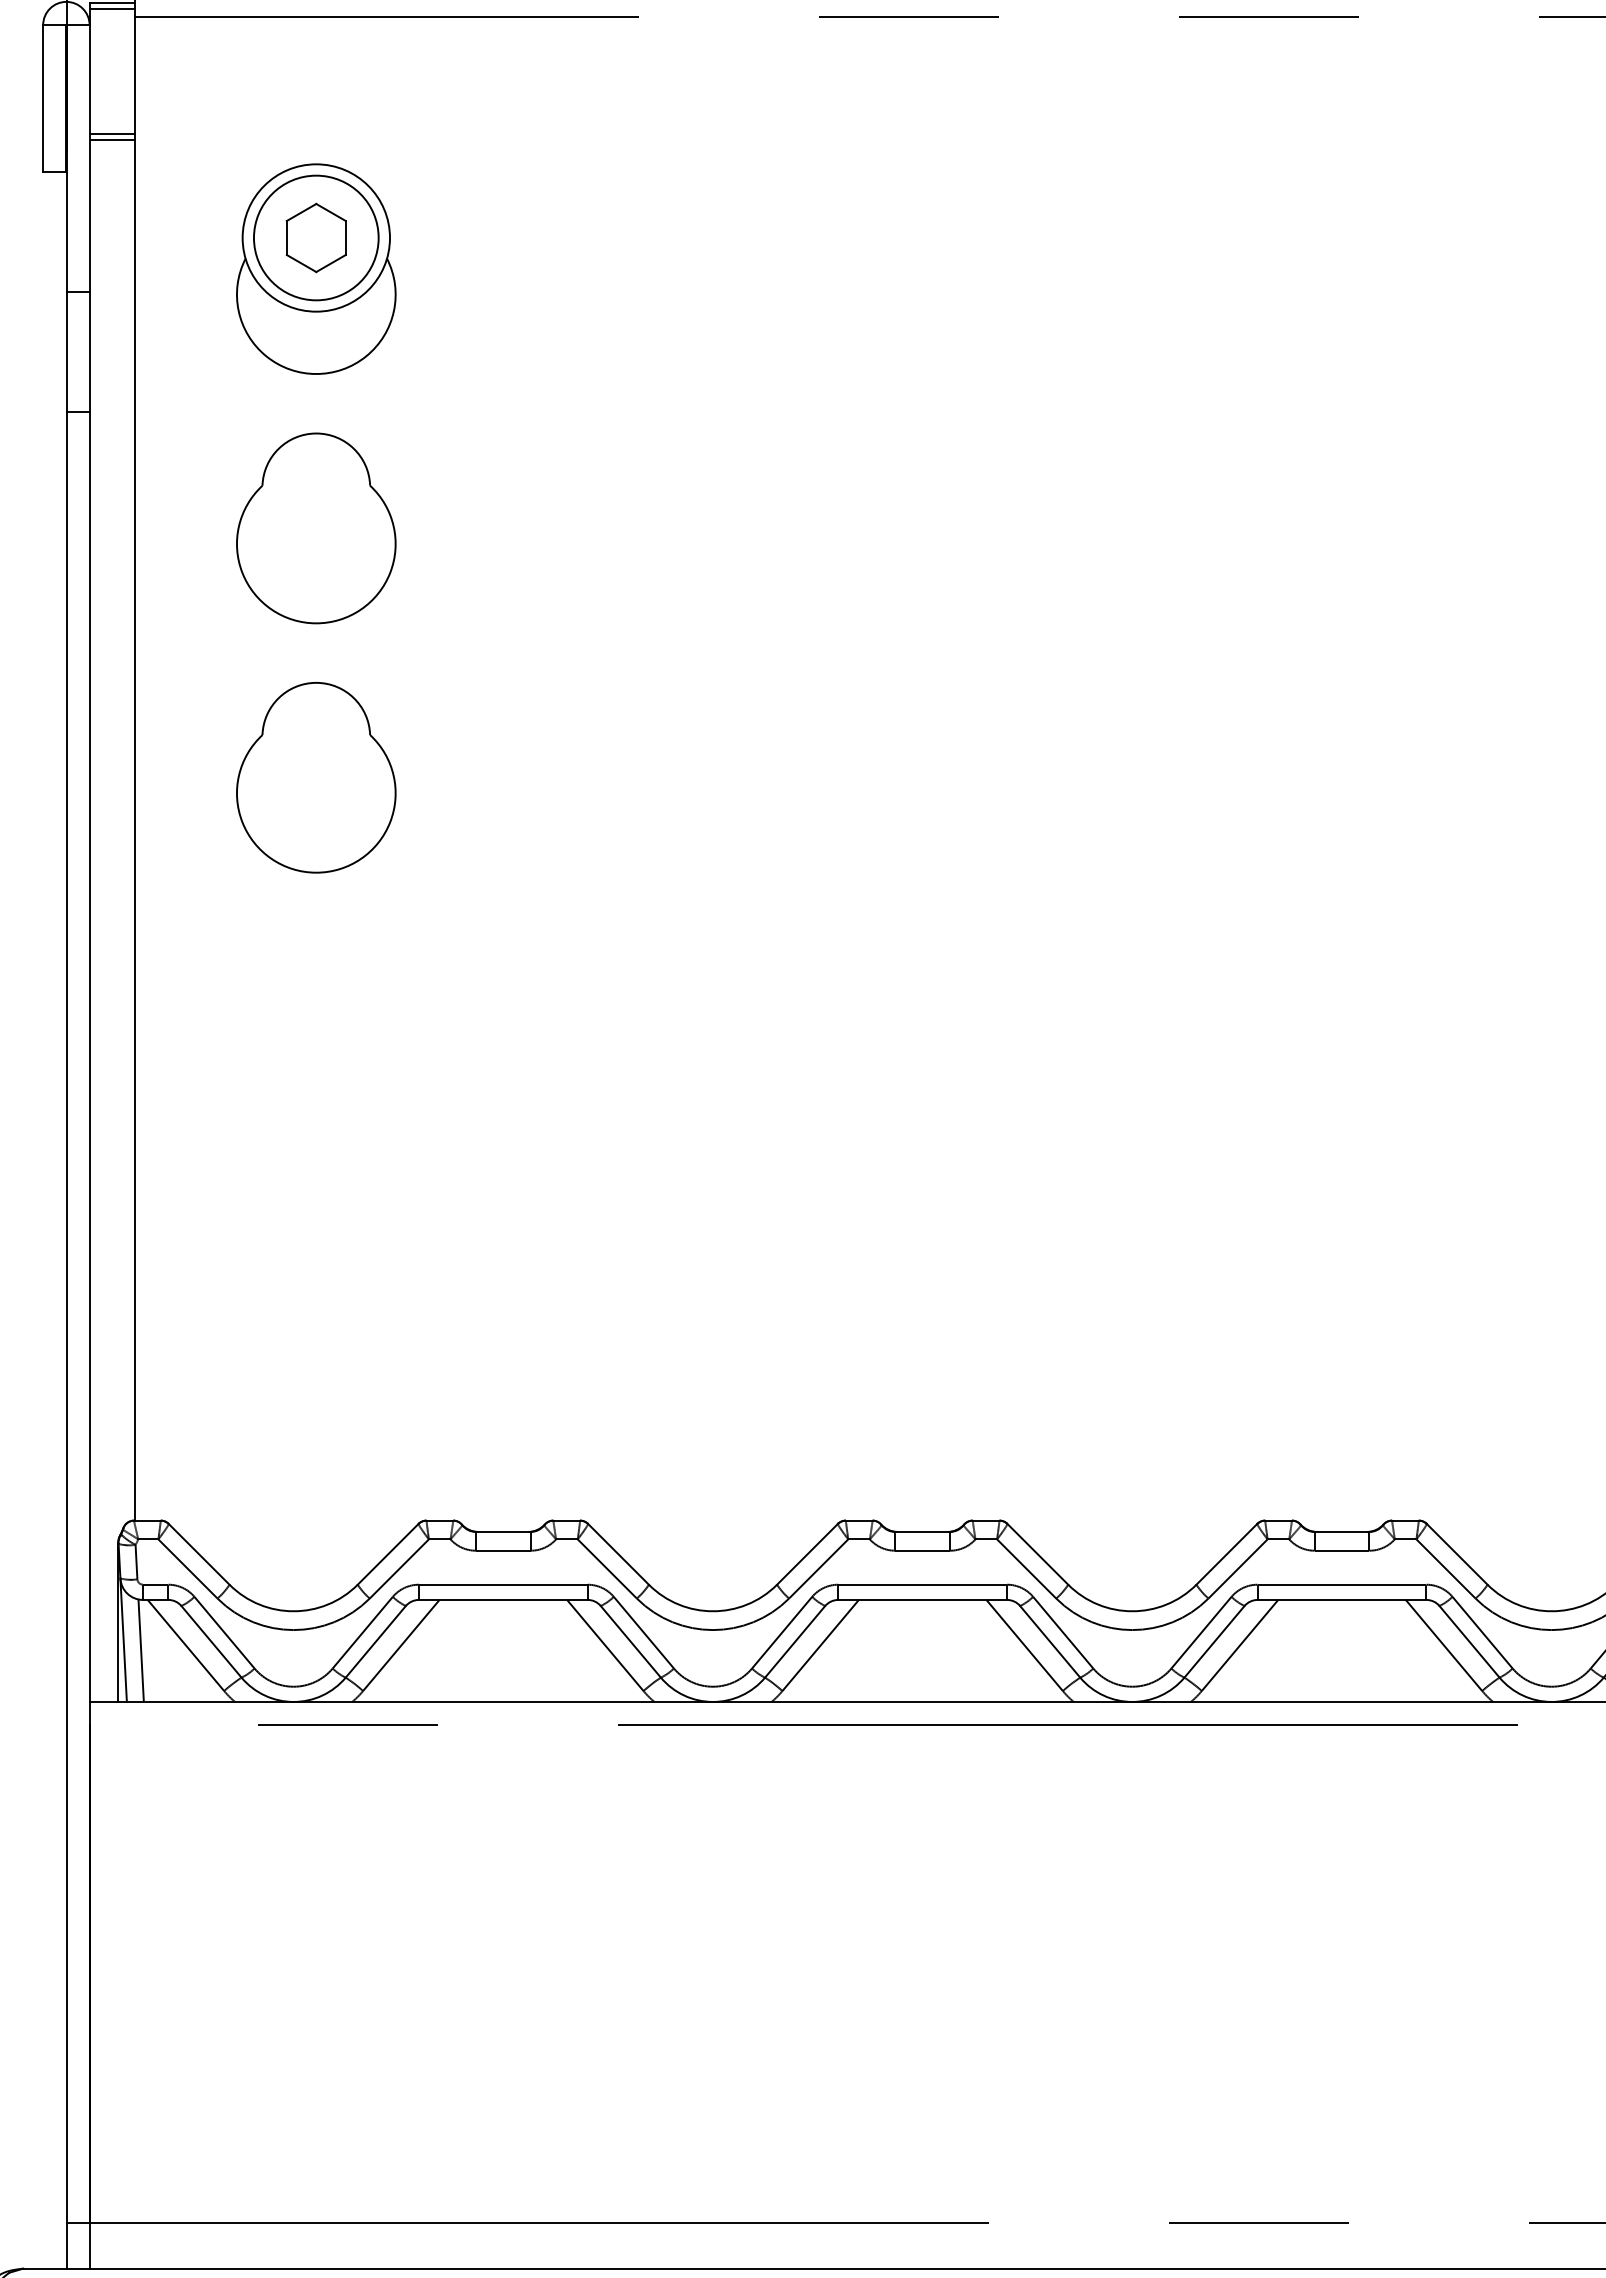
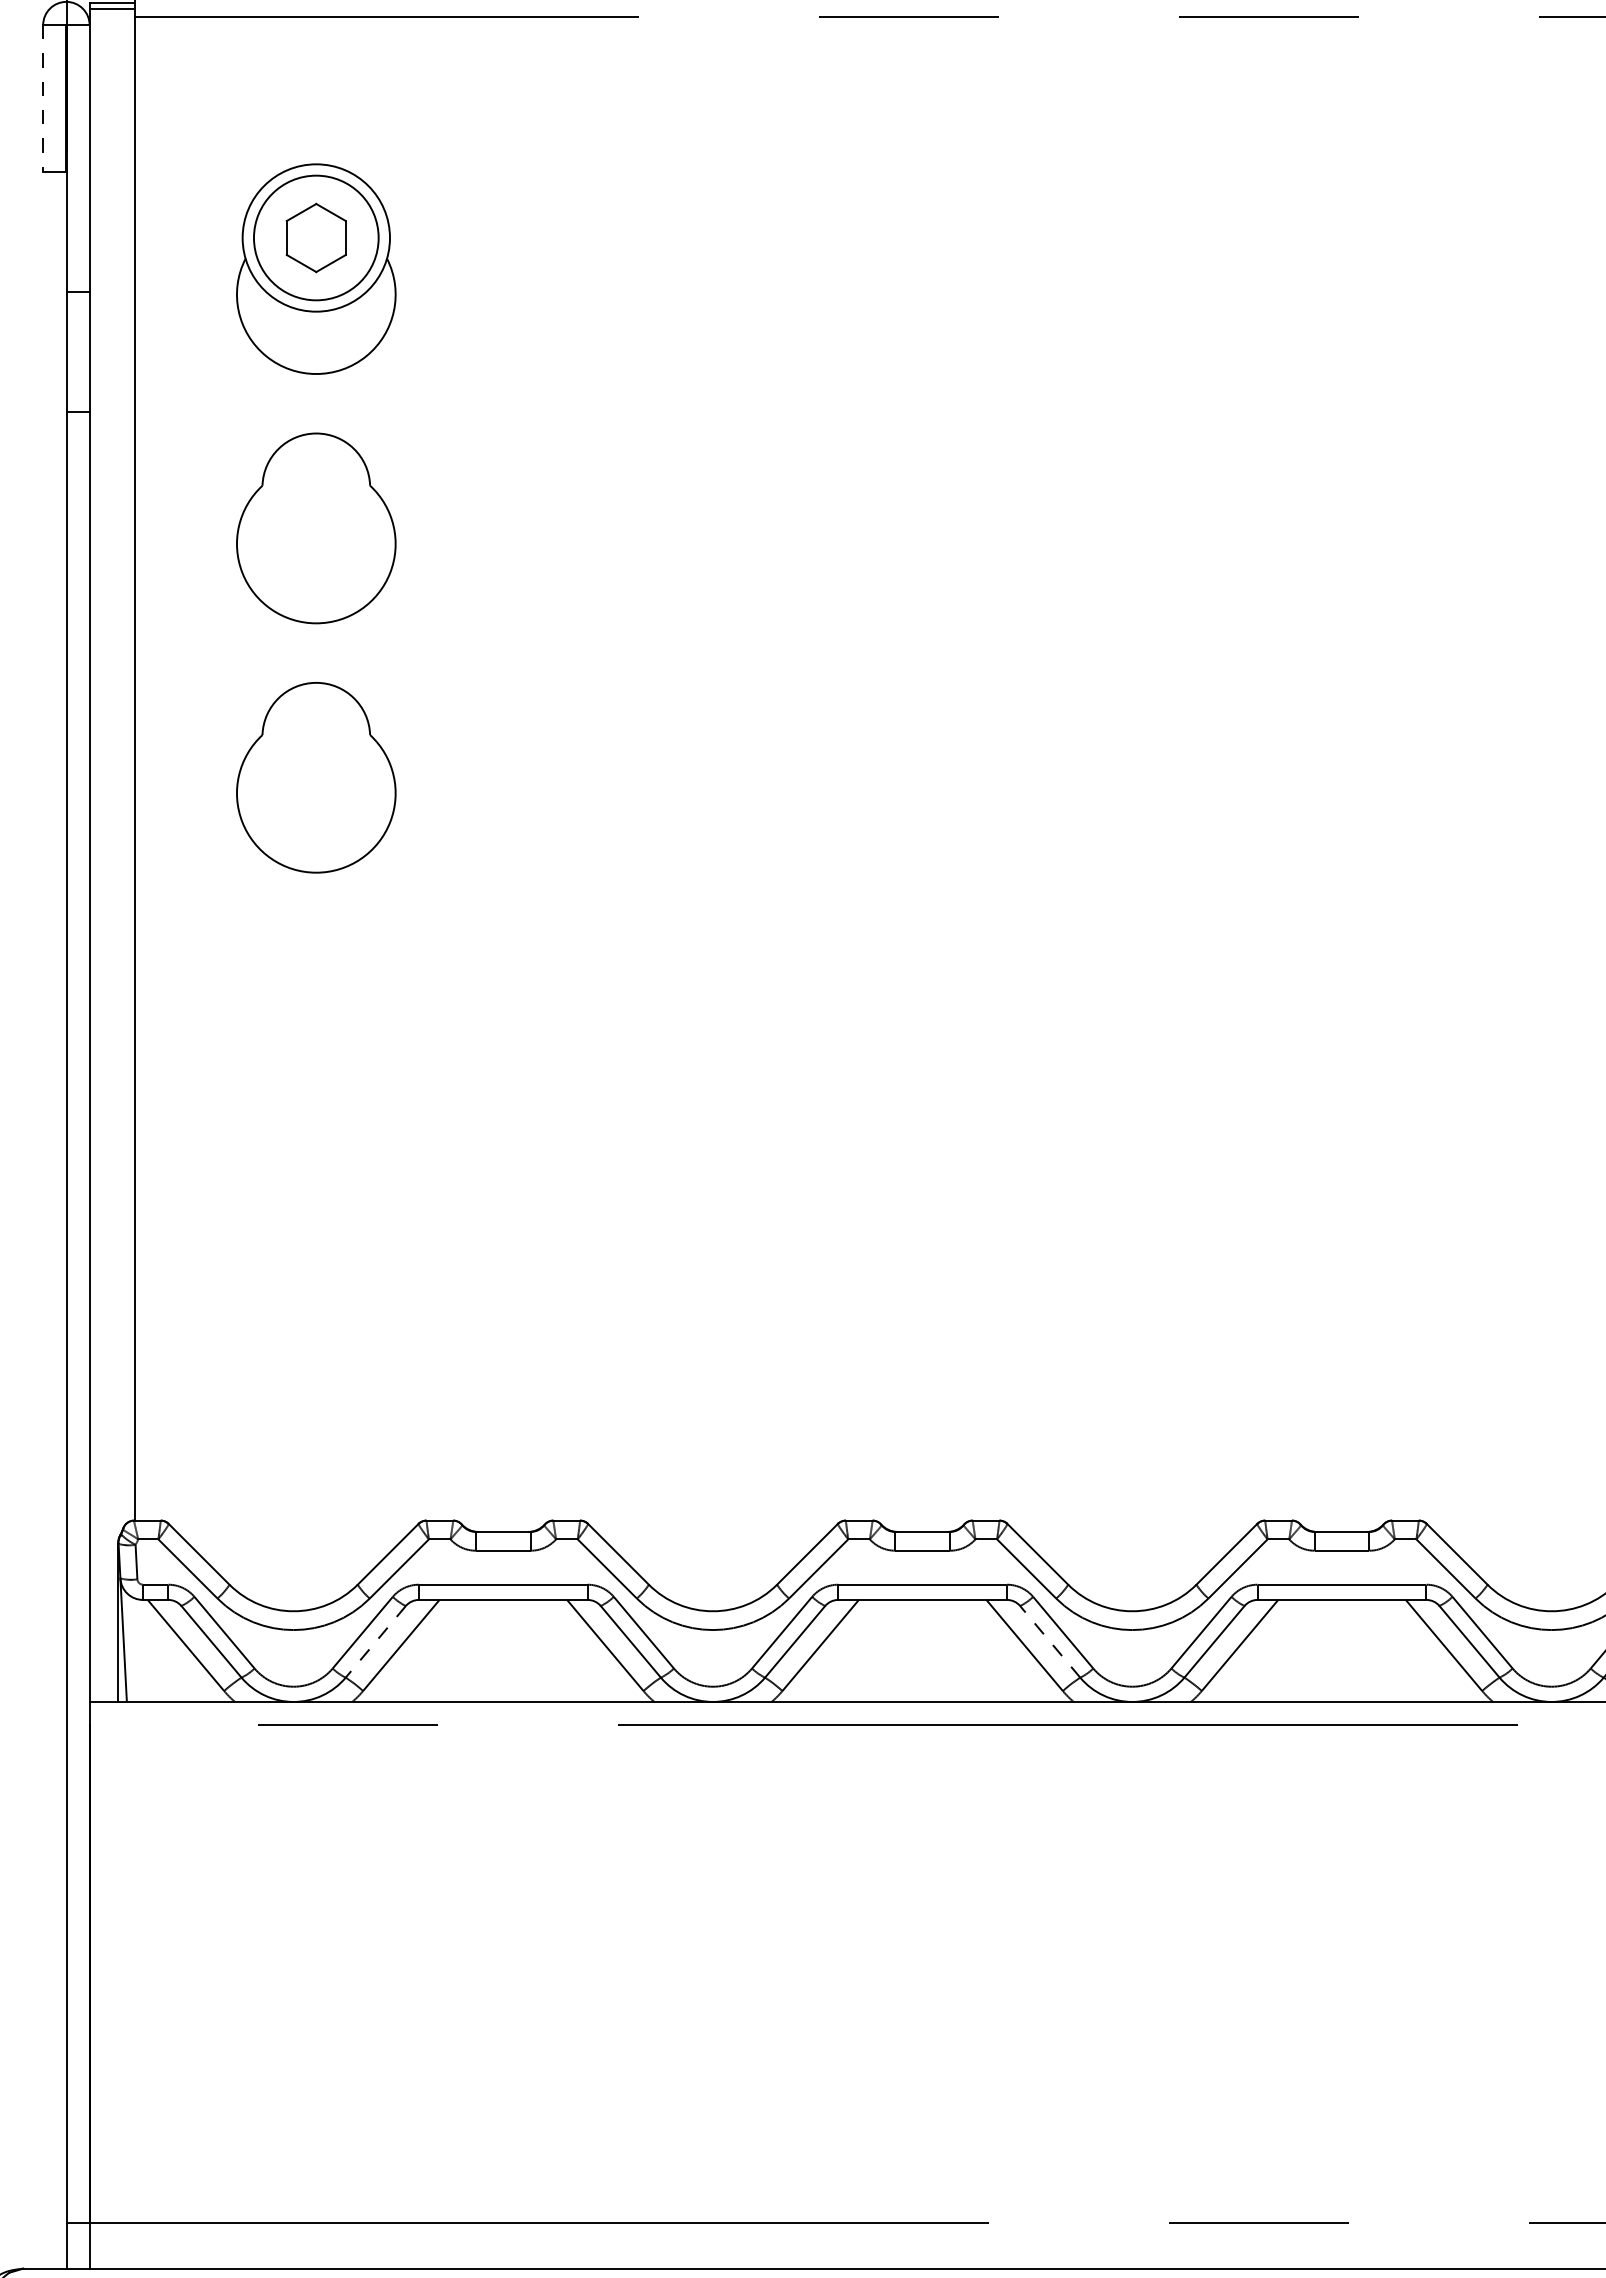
line at (43, 99): solid -> dashed
line at (111, 134): present -> none
line at (111, 140): present -> none
line at (375, 1641): solid -> dashed
line at (1050, 1641): solid -> dashed
line at (140, 1650): present -> none
